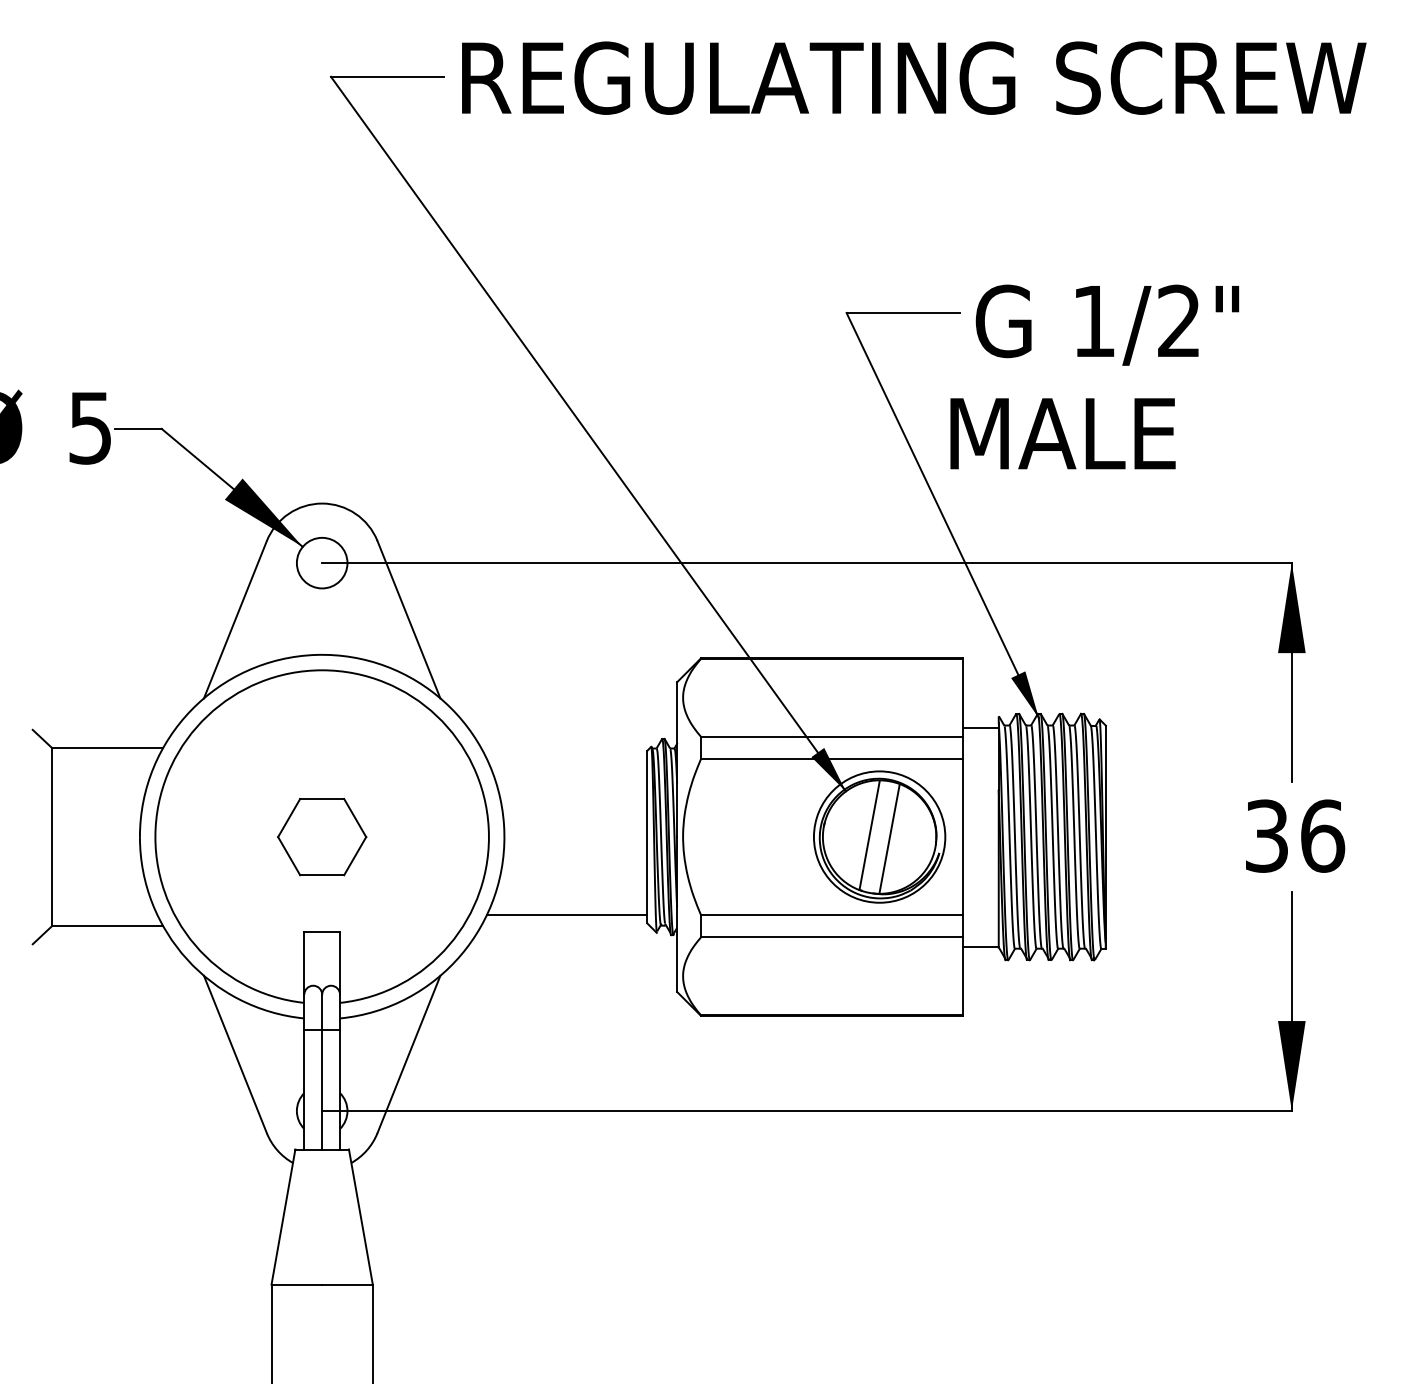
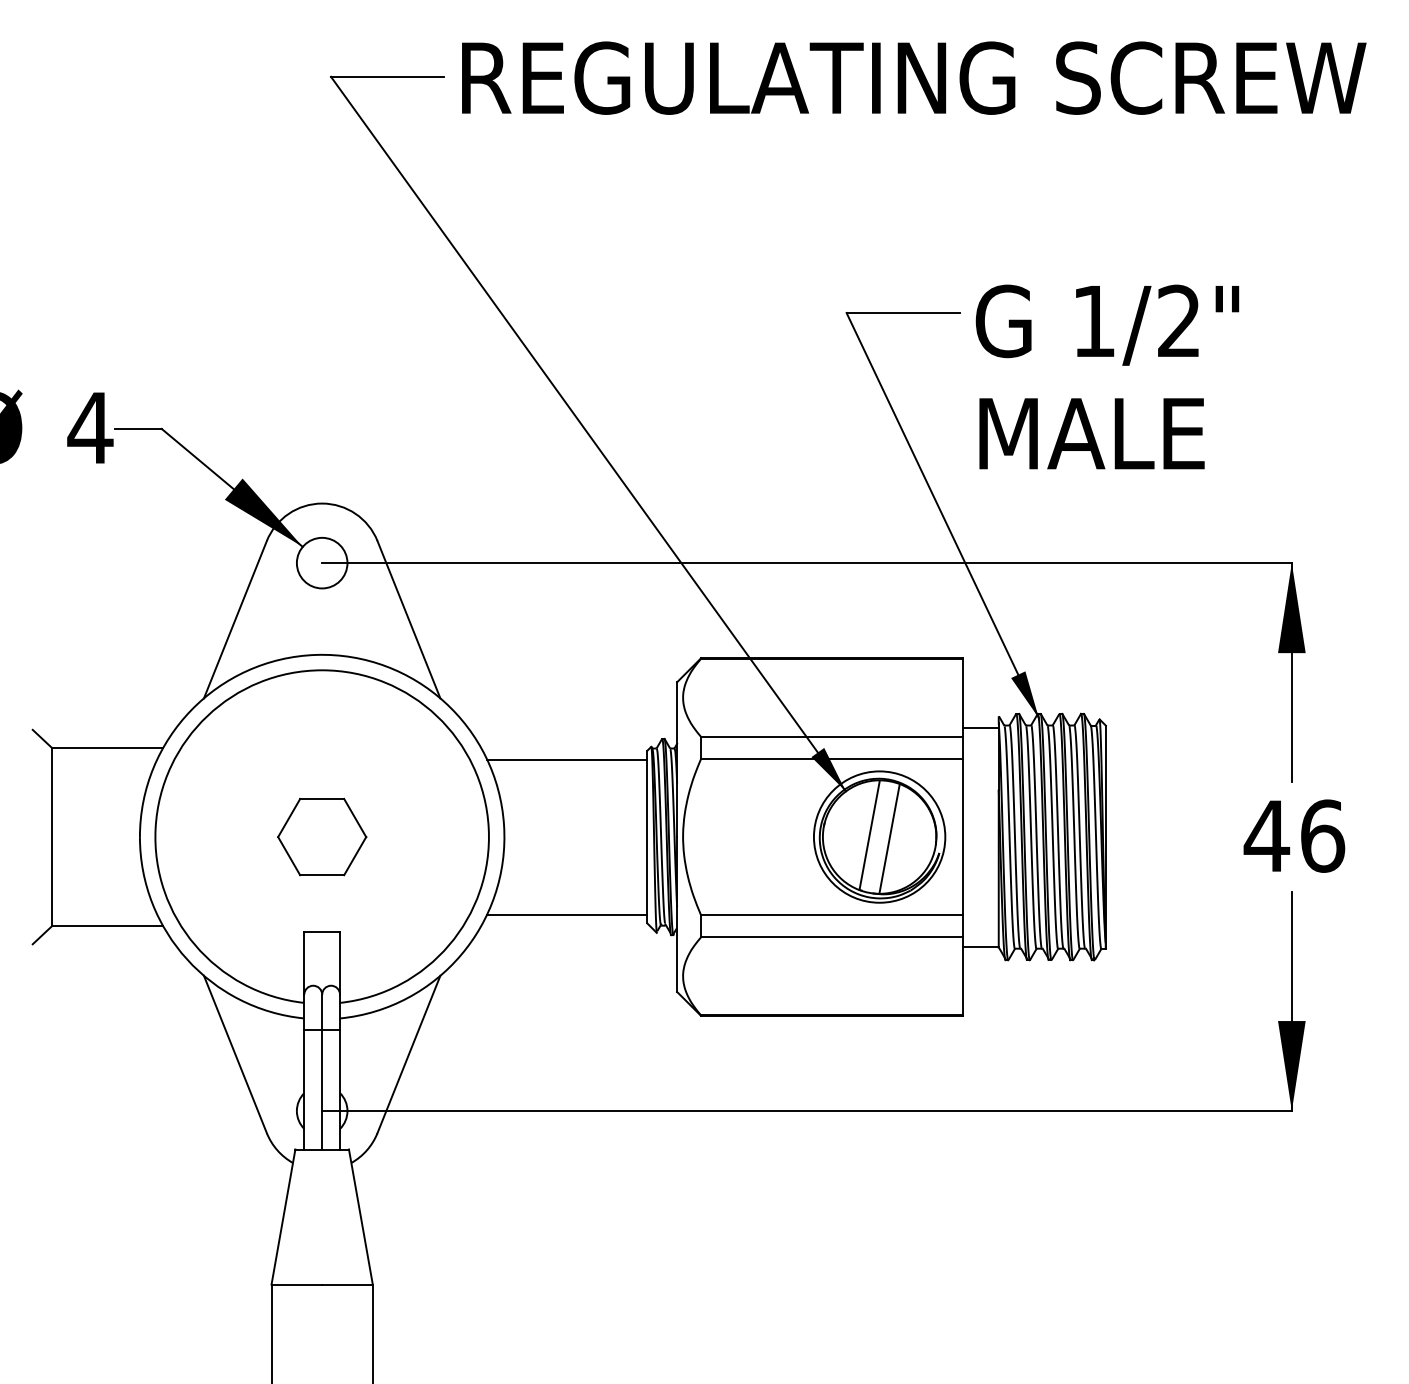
text at (90, 428): 5 -> 4
text at (1062, 433) position: (1062, 433) -> (1091, 433)
line at (567, 759): none -> present
text at (1266, 835): 36 -> 46
